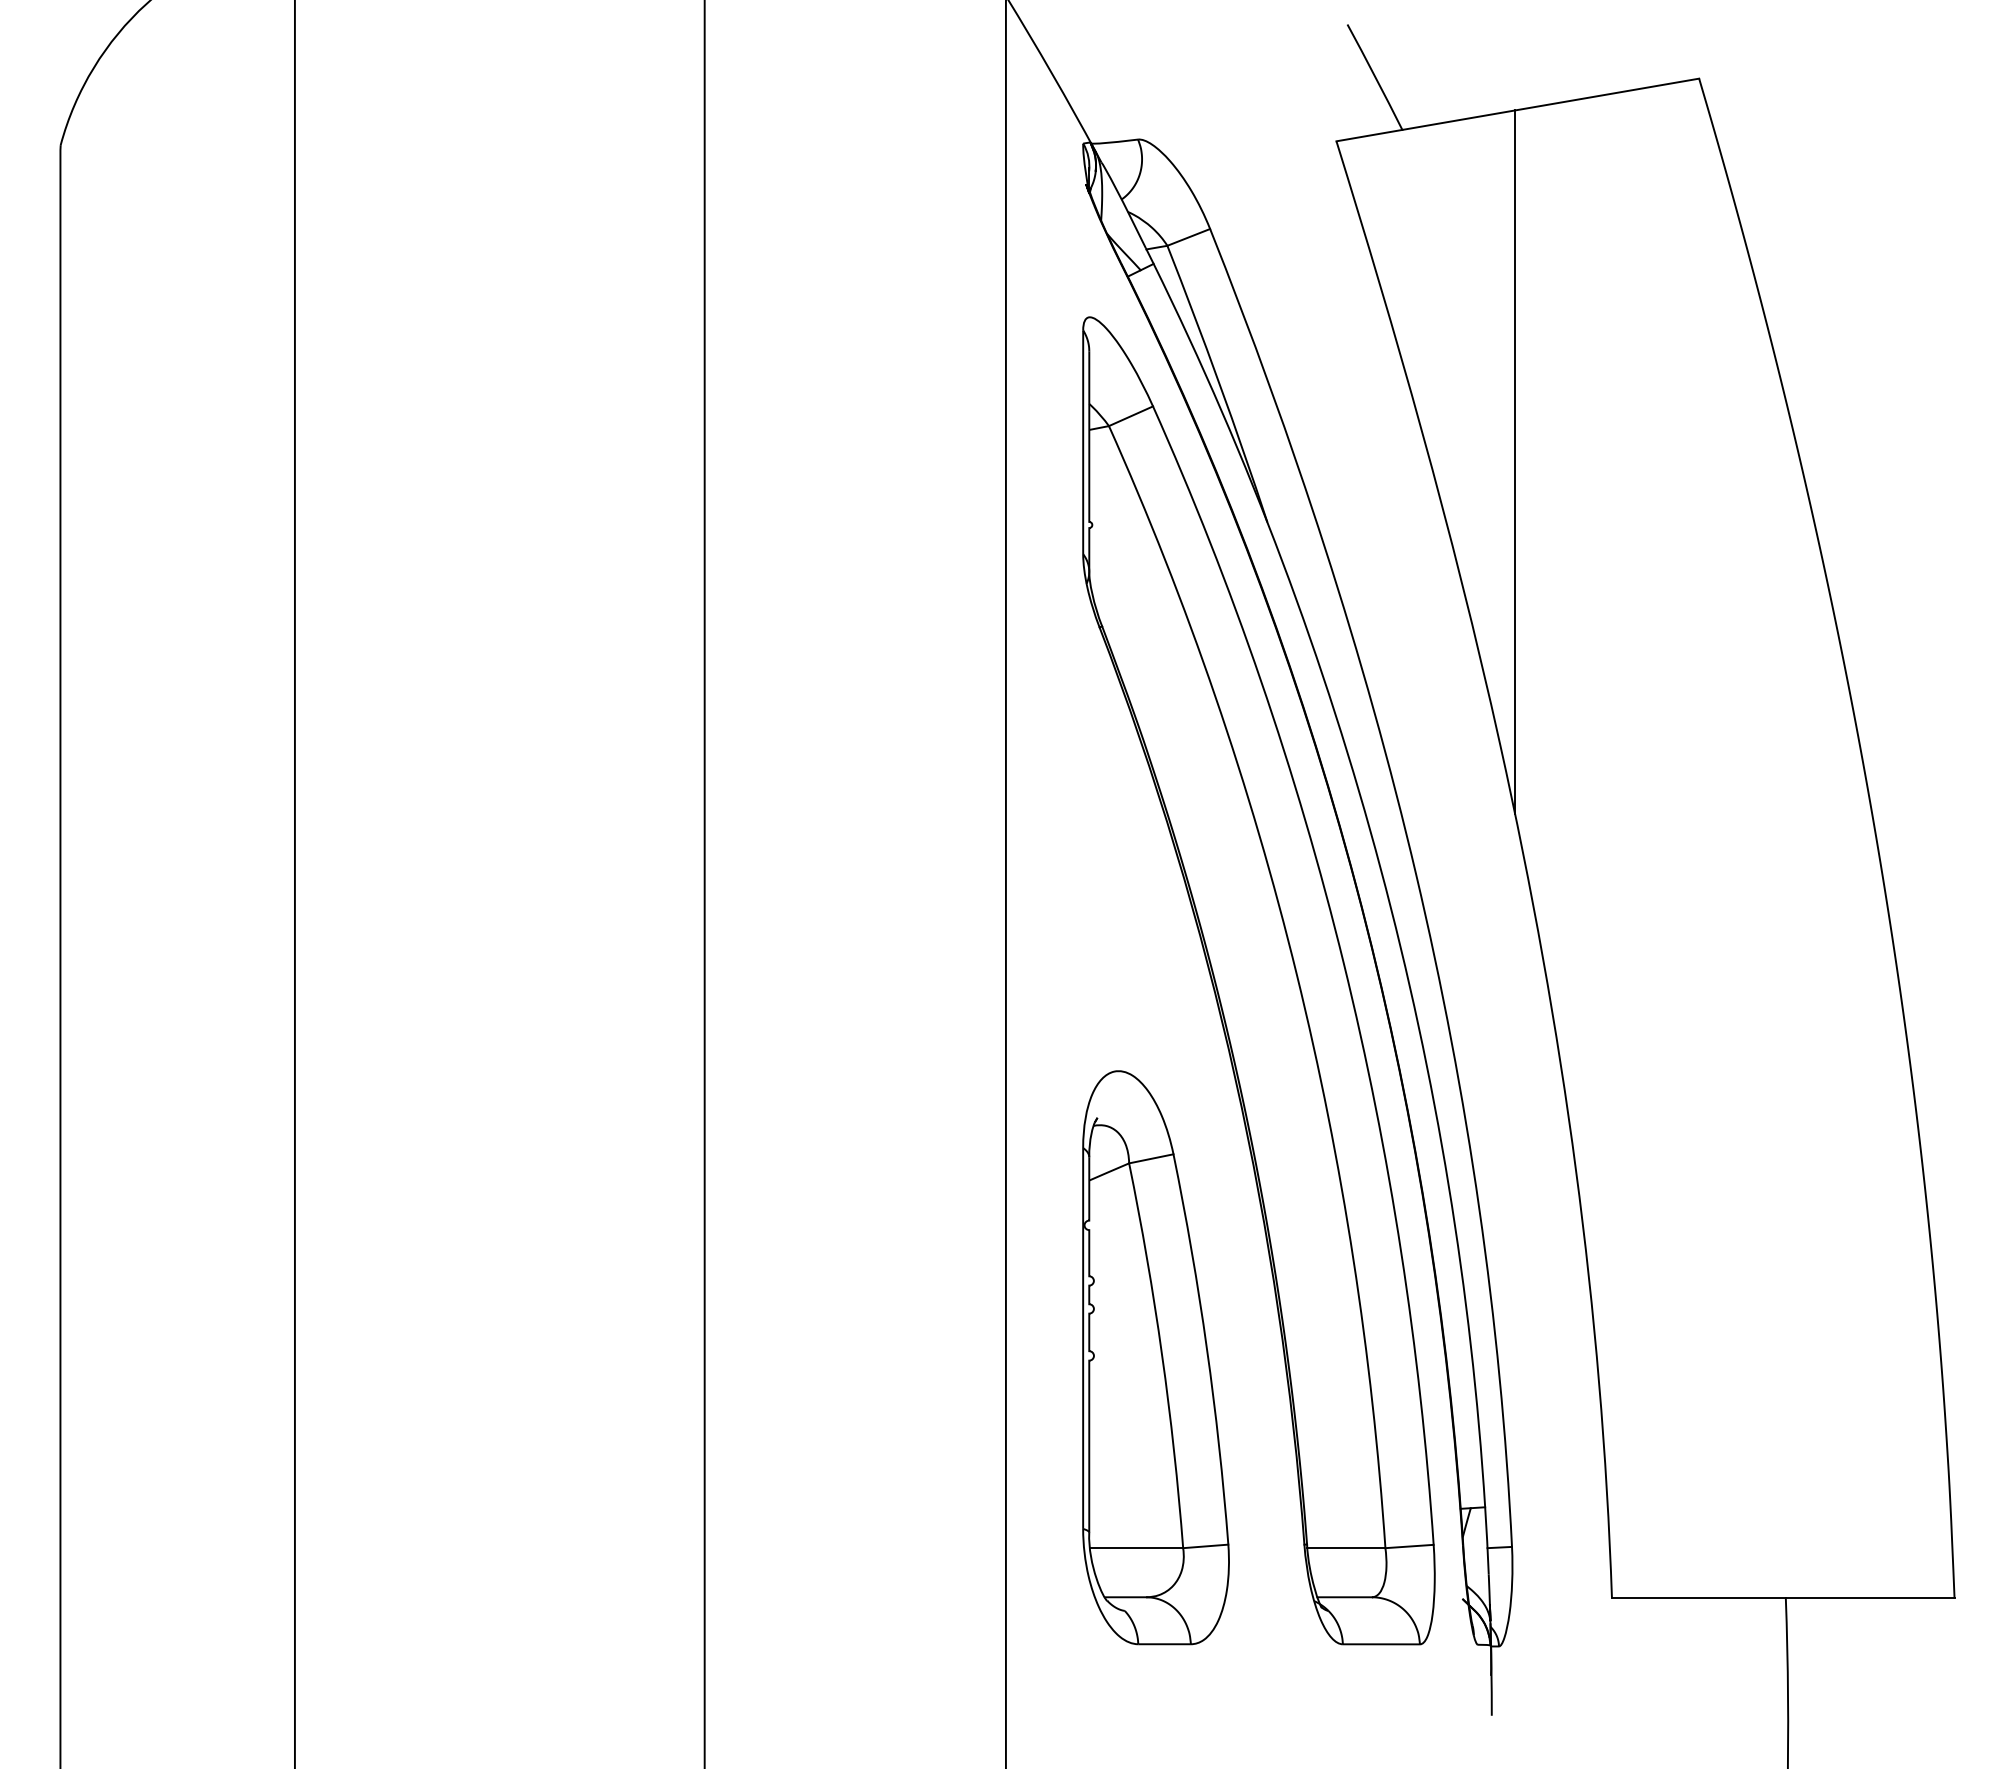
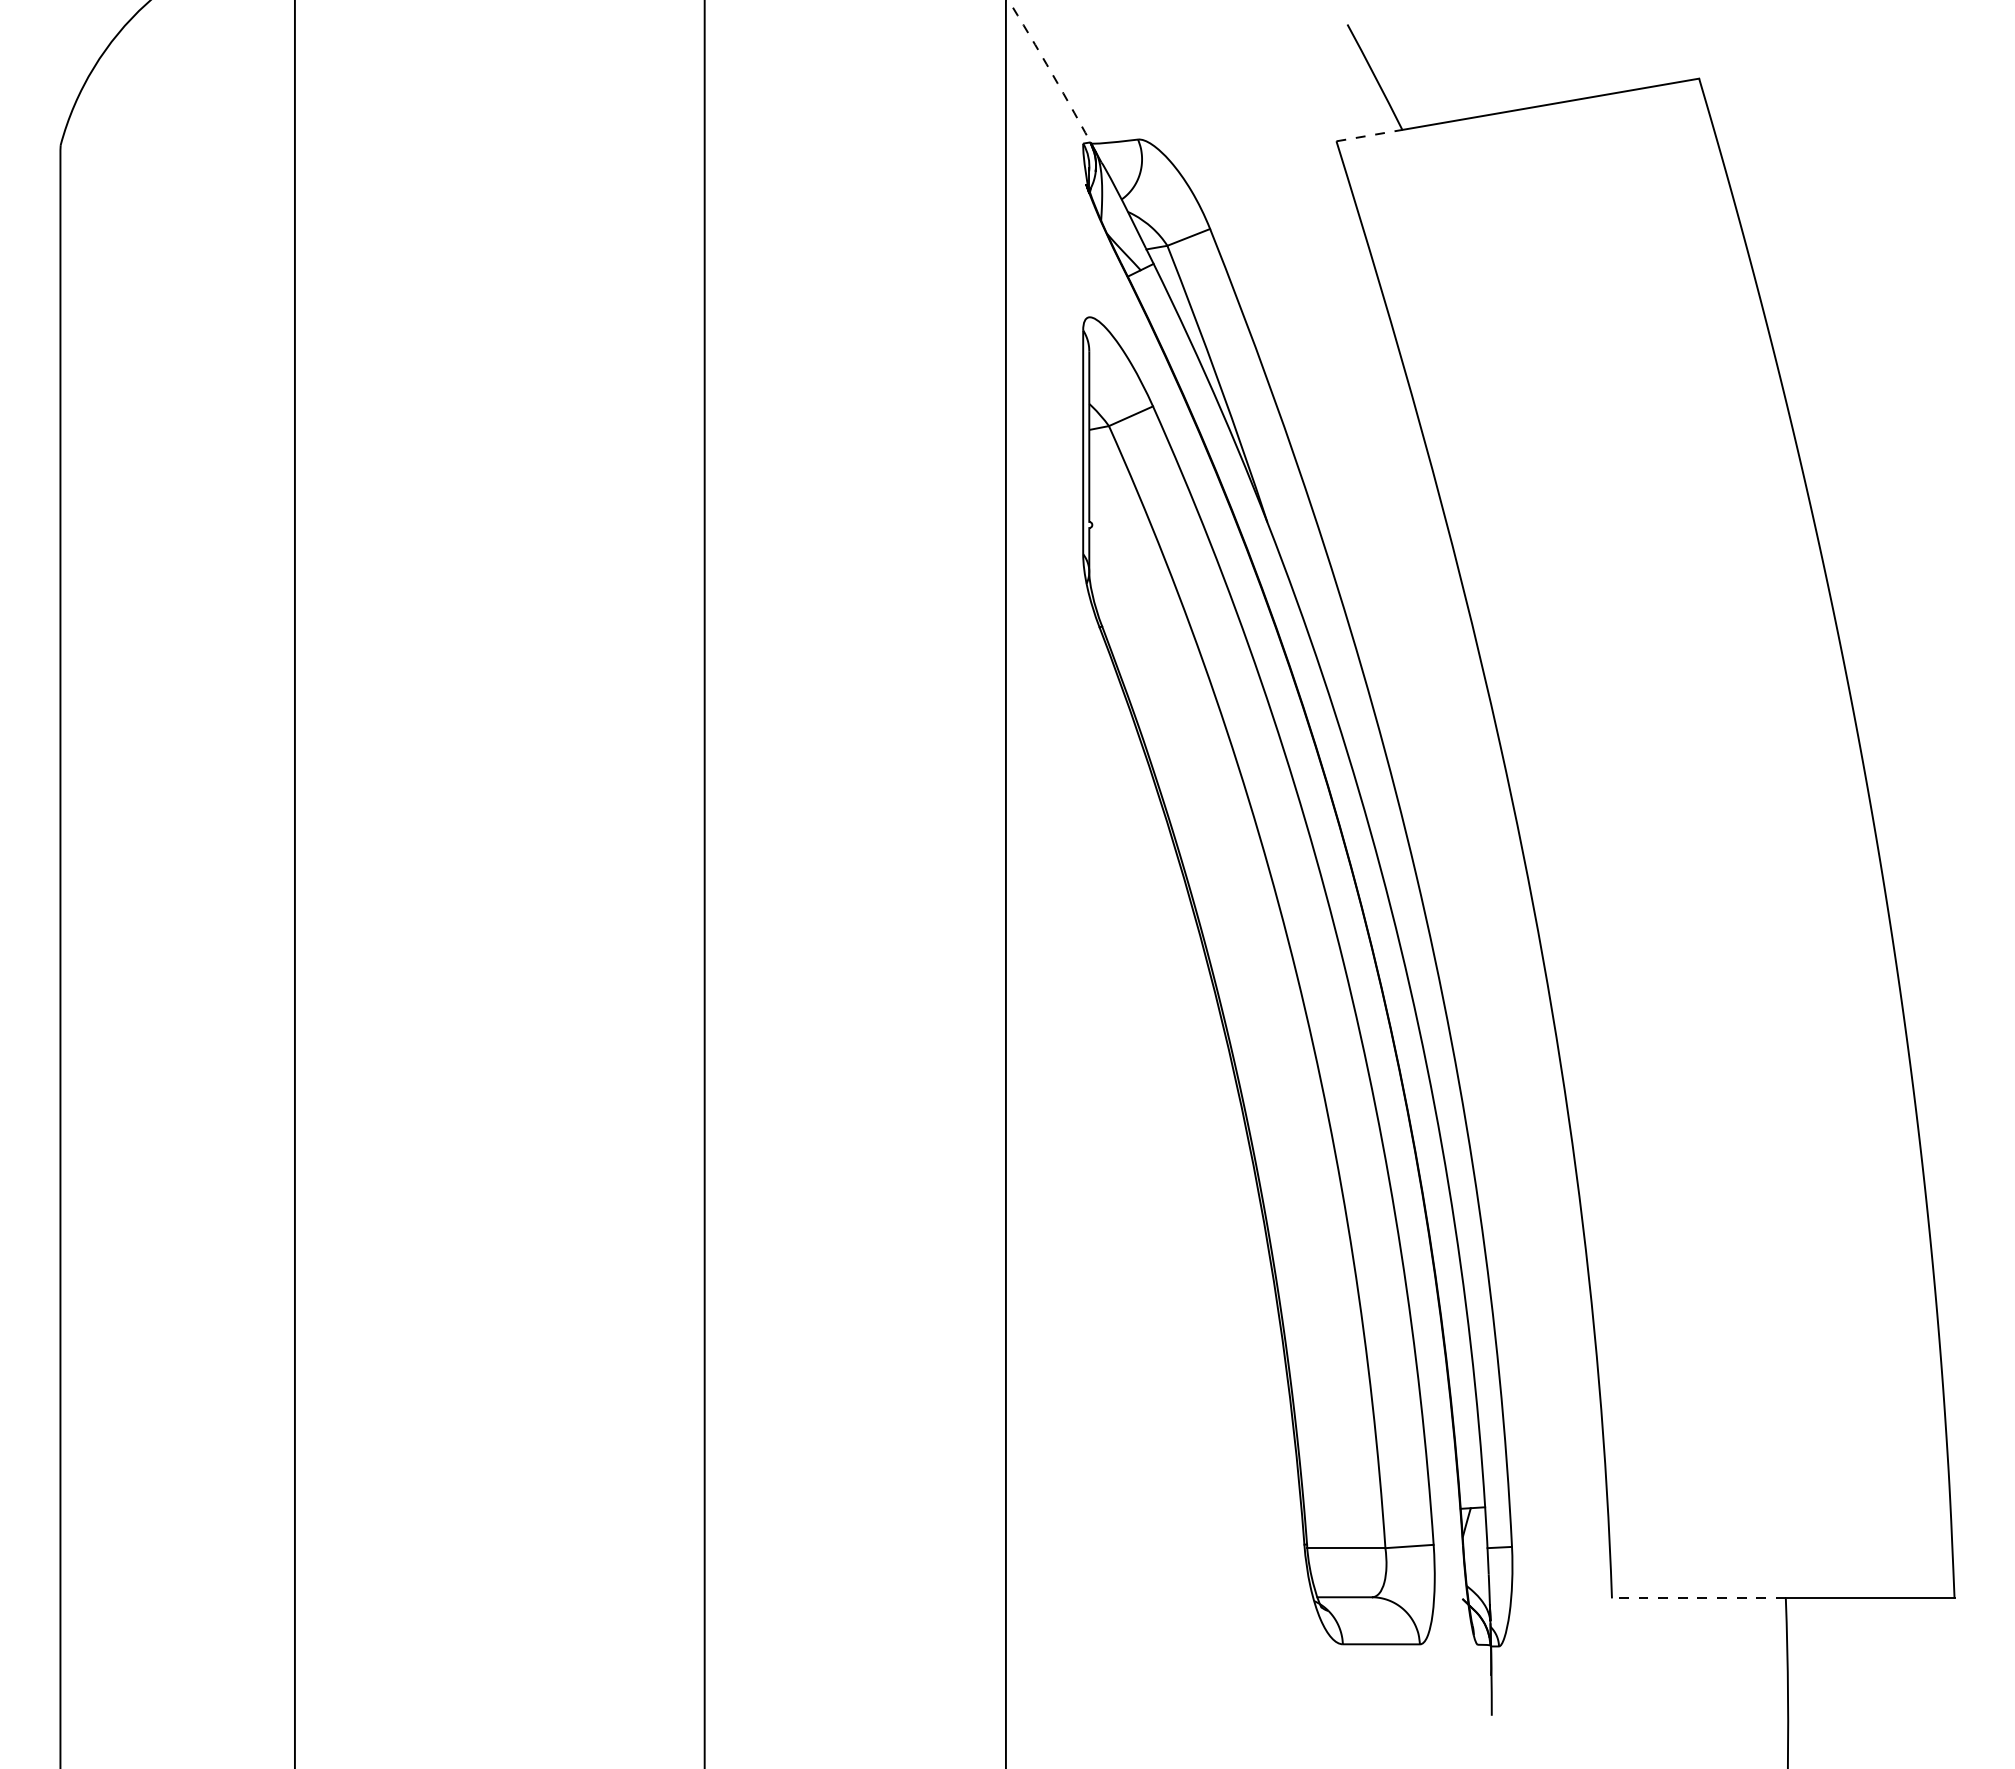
arc at (1053, 75): solid -> dashed
line at (1369, 135): solid -> dashed
line at (1515, 462): present -> none
part at (1155, 1357): present -> none
line at (1698, 1598): solid -> dashed
